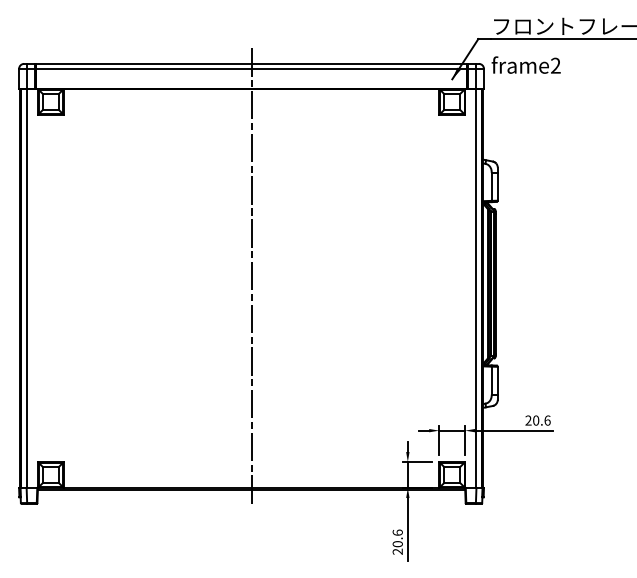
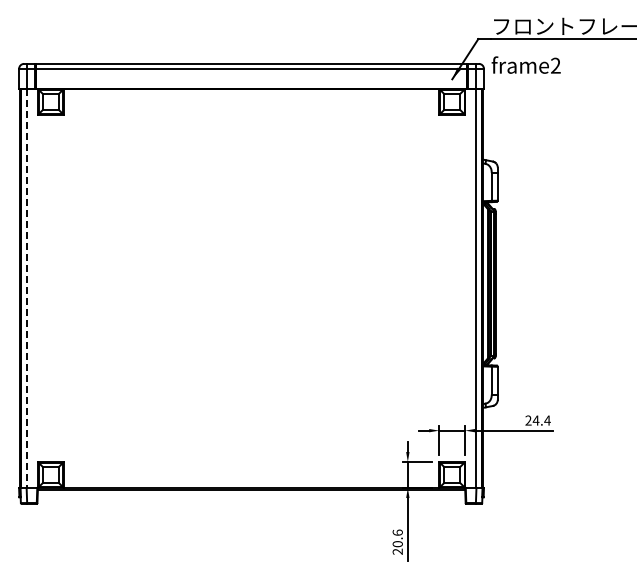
line at (251, 276): present -> none
line at (26, 288): solid -> dashed
text at (541, 420): 20.6 -> 24.4
